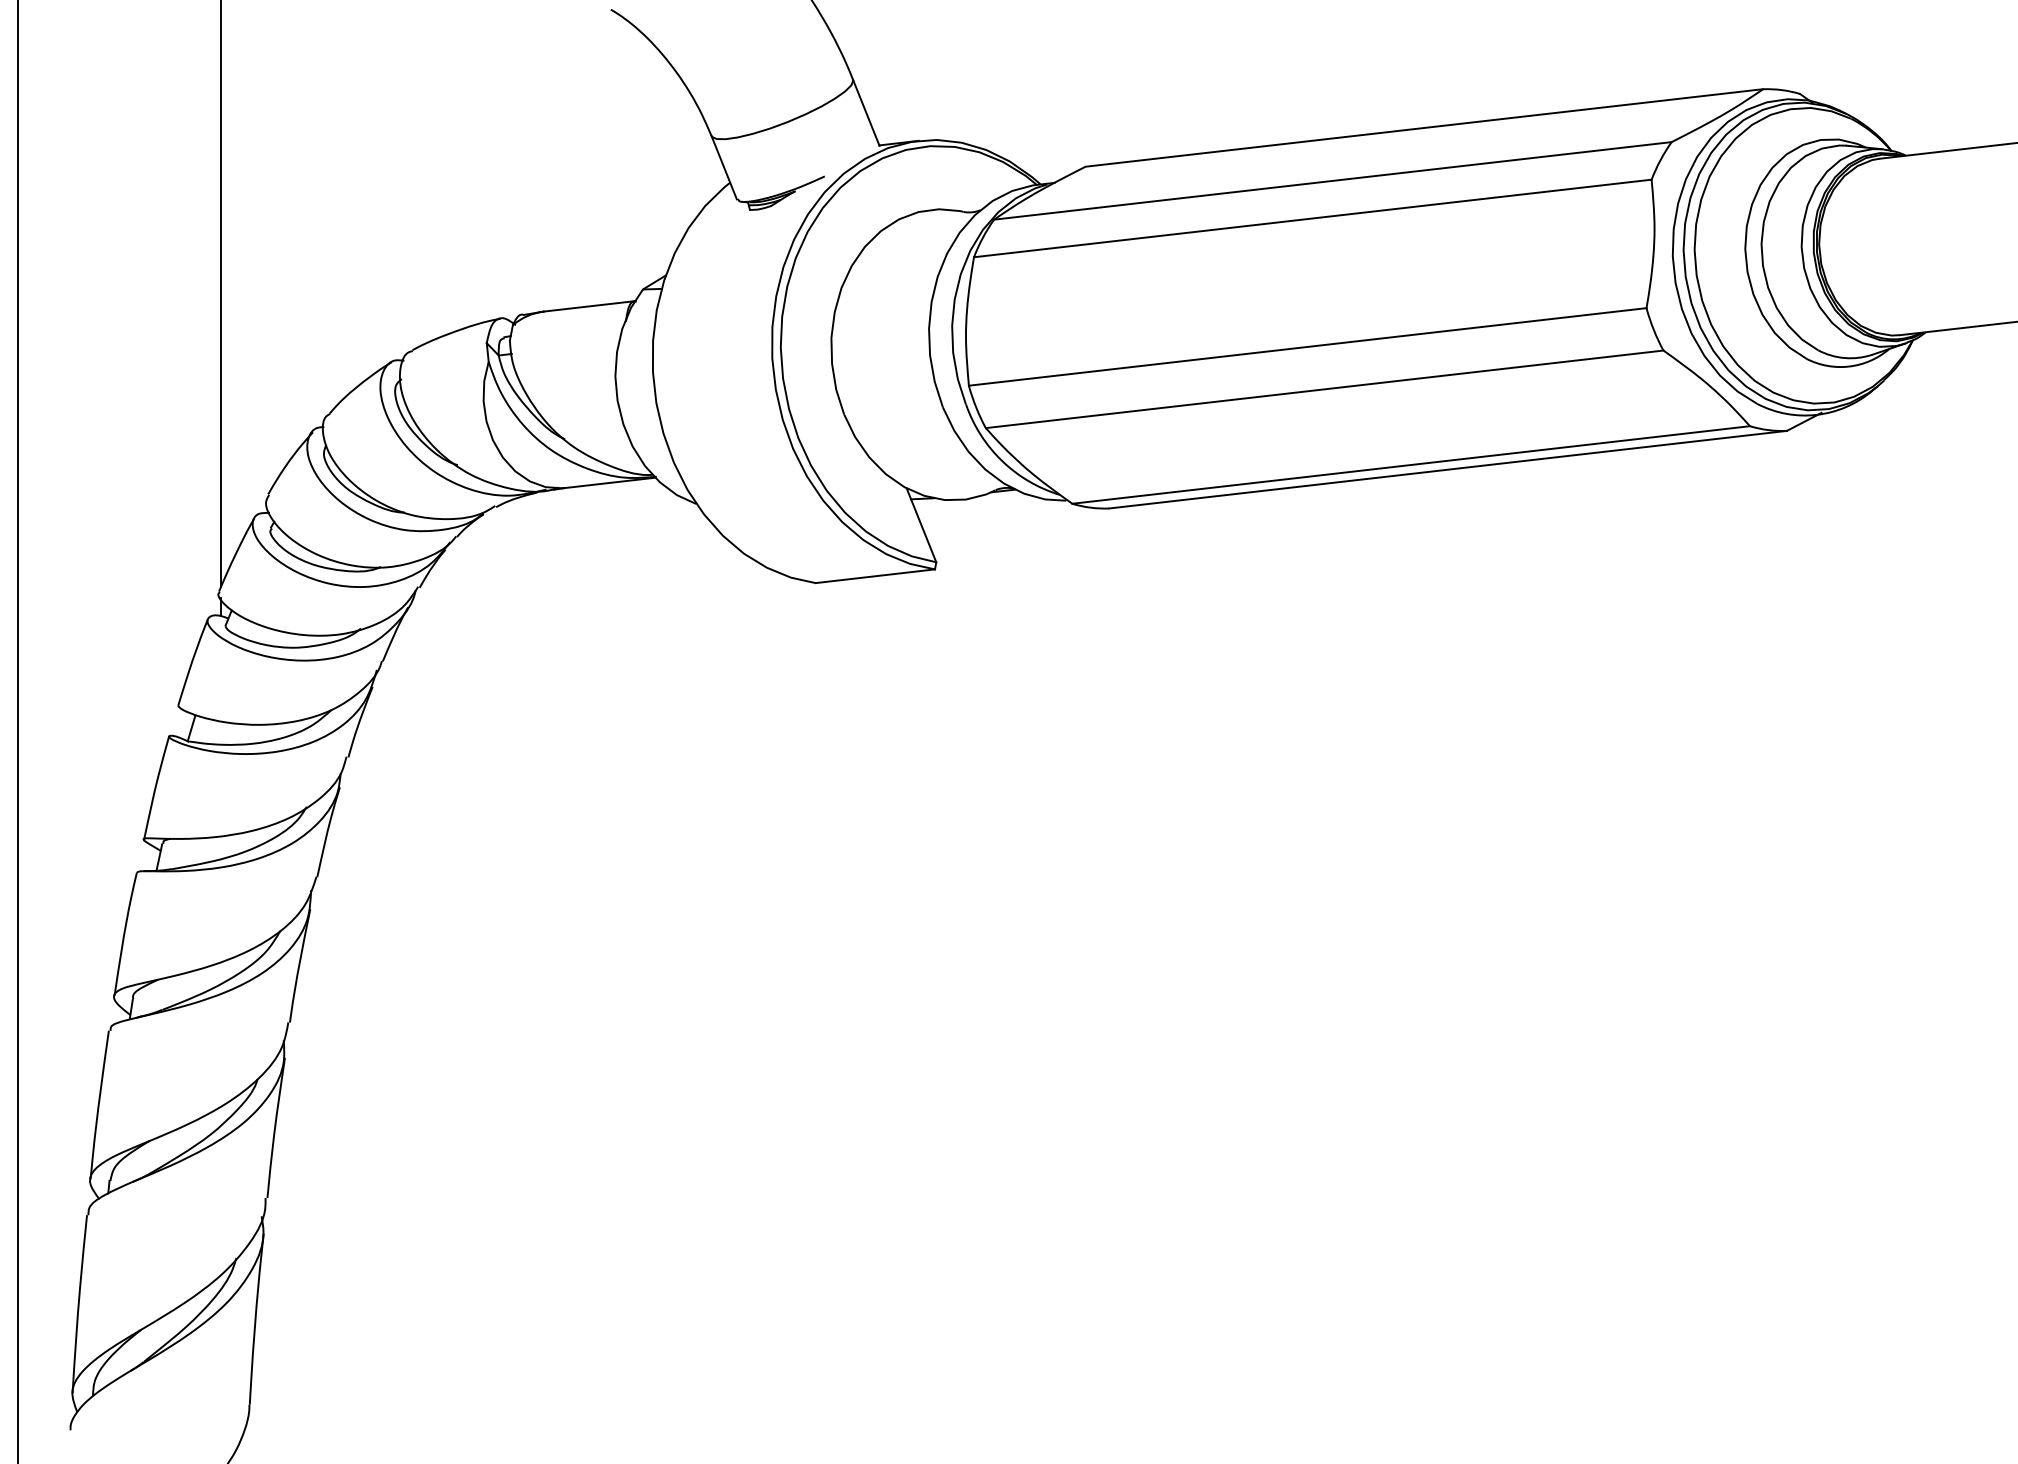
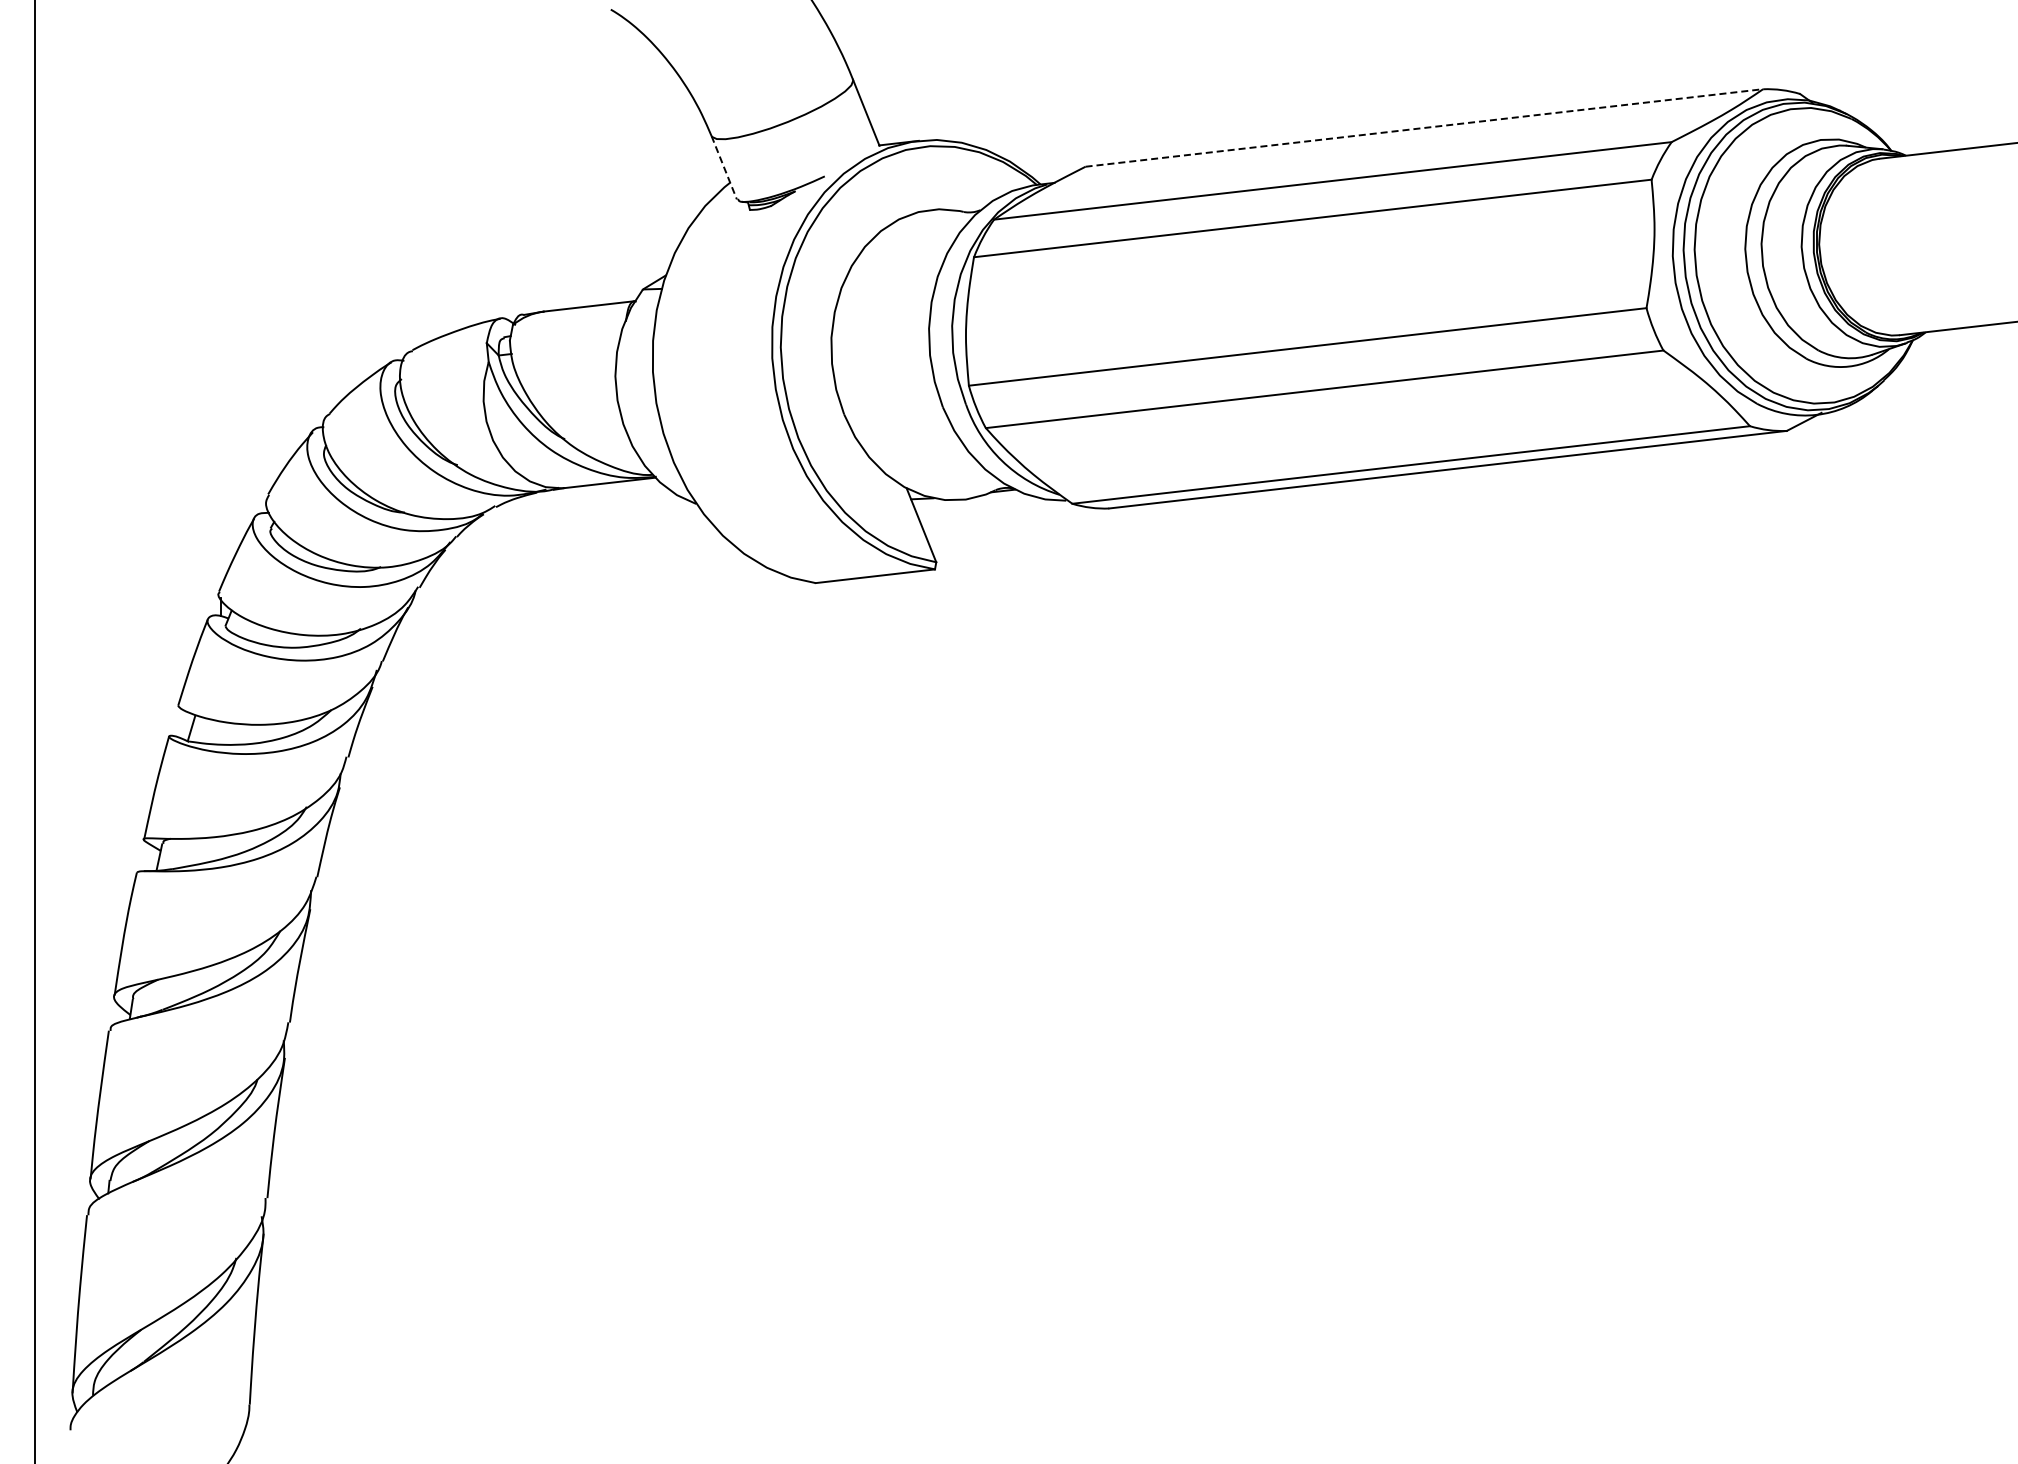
line at (1424, 127): solid -> dashed
line at (724, 168): solid -> dashed
line at (220, 294): present -> none
line at (17, 731) position: (17, 731) -> (34, 731)
